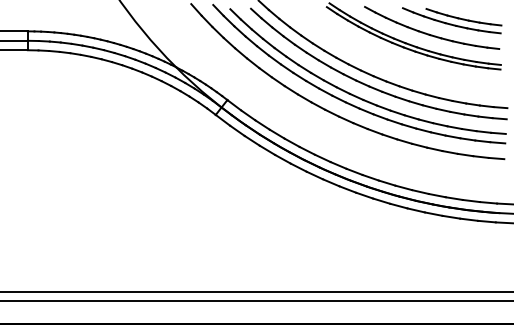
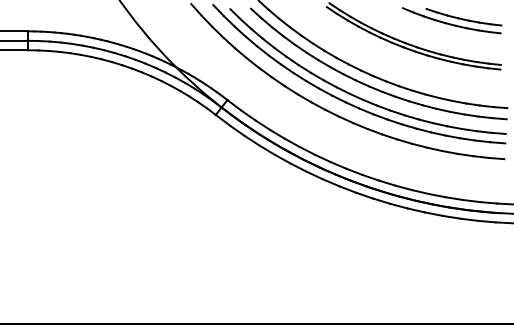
part at (429, 33): present -> none
line at (256, 292): present -> none
line at (256, 301): present -> none
